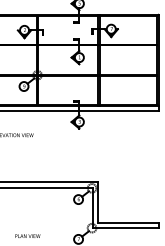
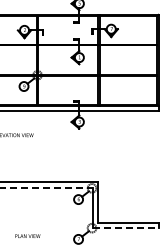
line at (47, 187): solid -> dashed
line at (125, 228): solid -> dashed
